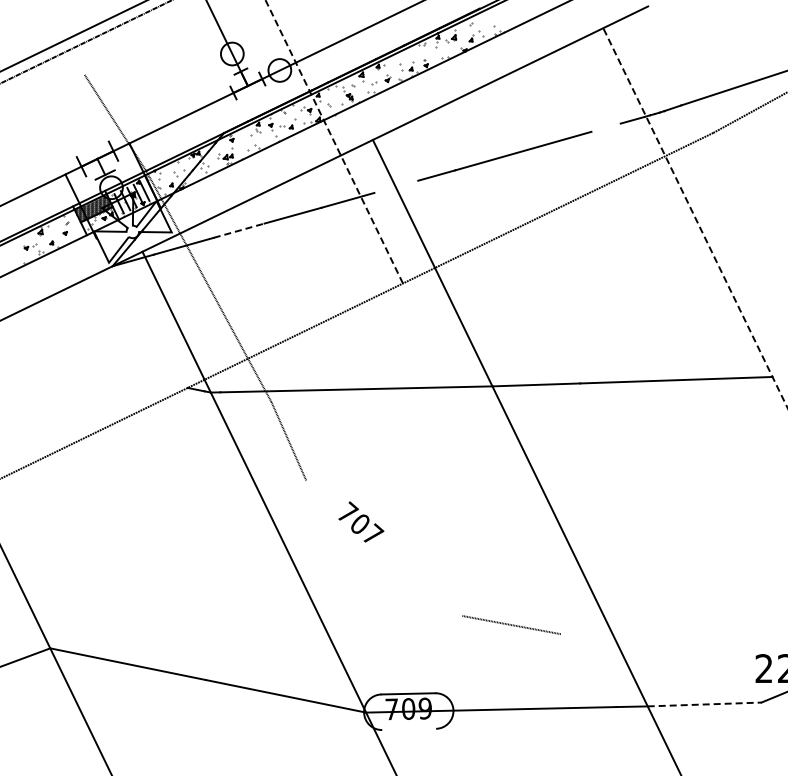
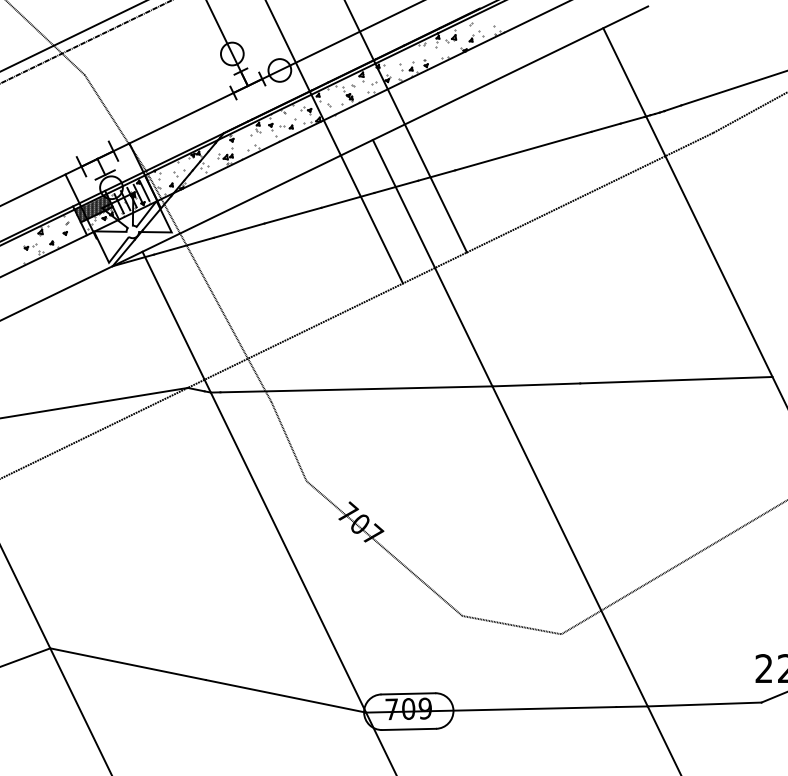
line at (45, 38): none -> present
line at (406, 127): none -> present
line at (605, 127): none -> present
line at (334, 141): dashed -> solid
line at (396, 186): none -> present
line at (695, 218): dashed -> solid
line at (239, 230): dashed -> solid
line at (94, 402): none -> present
line at (384, 548): none -> present
line at (672, 568): none -> present
line at (704, 704): dashed -> solid
line at (409, 729): none -> present
